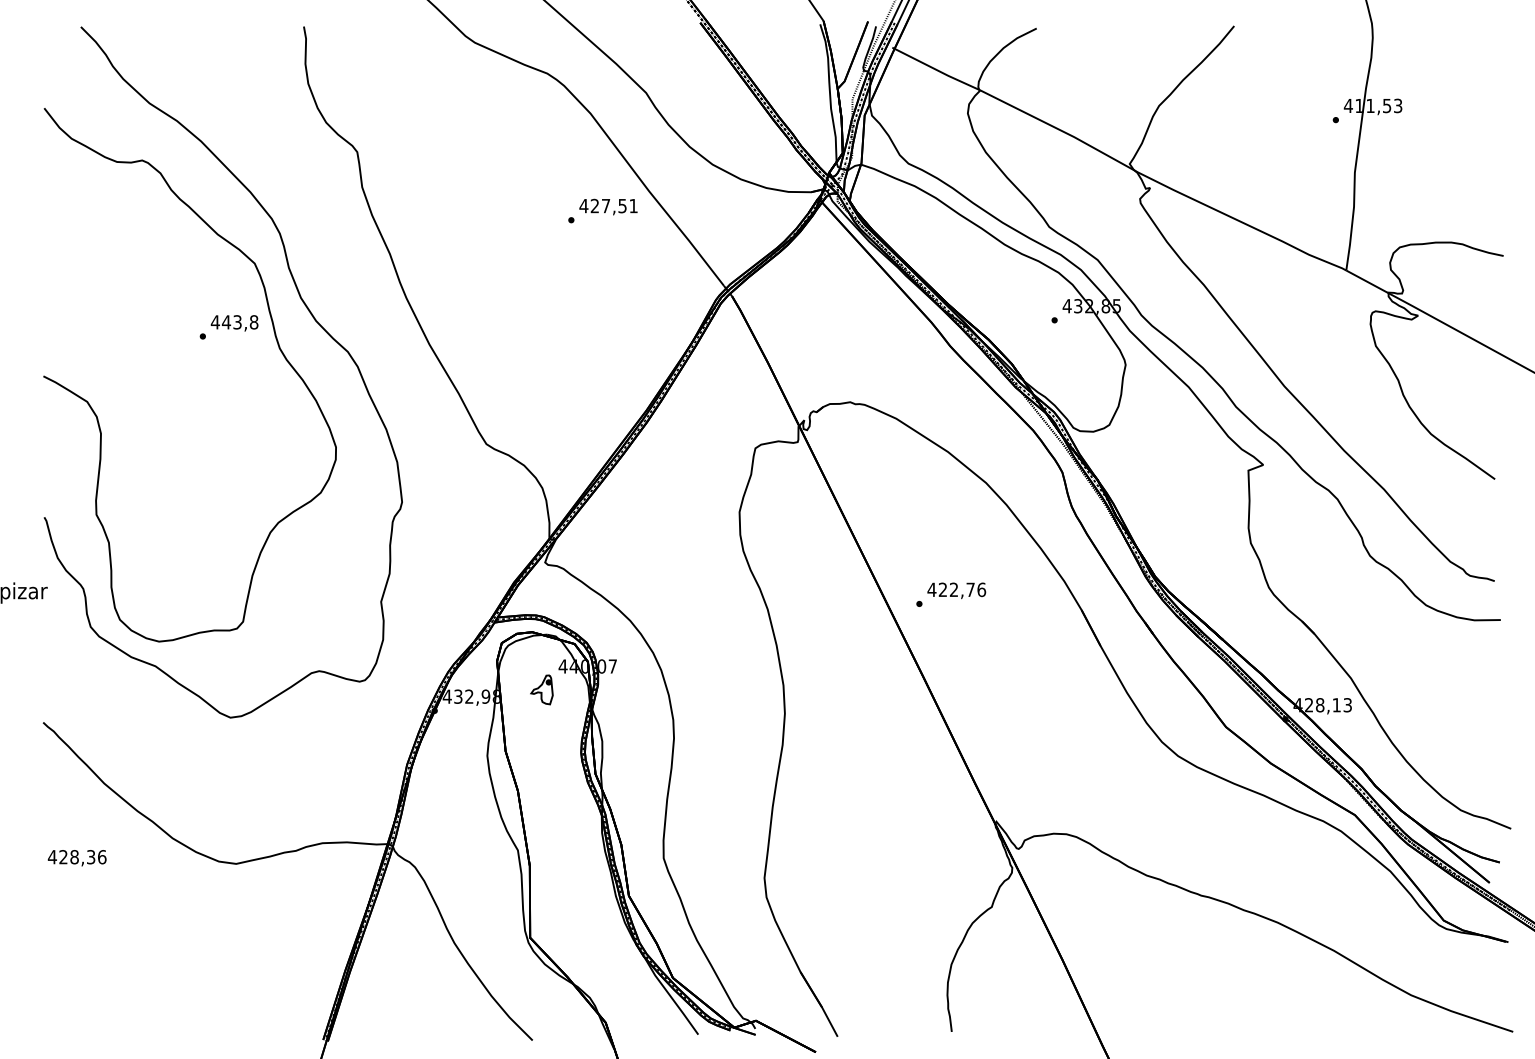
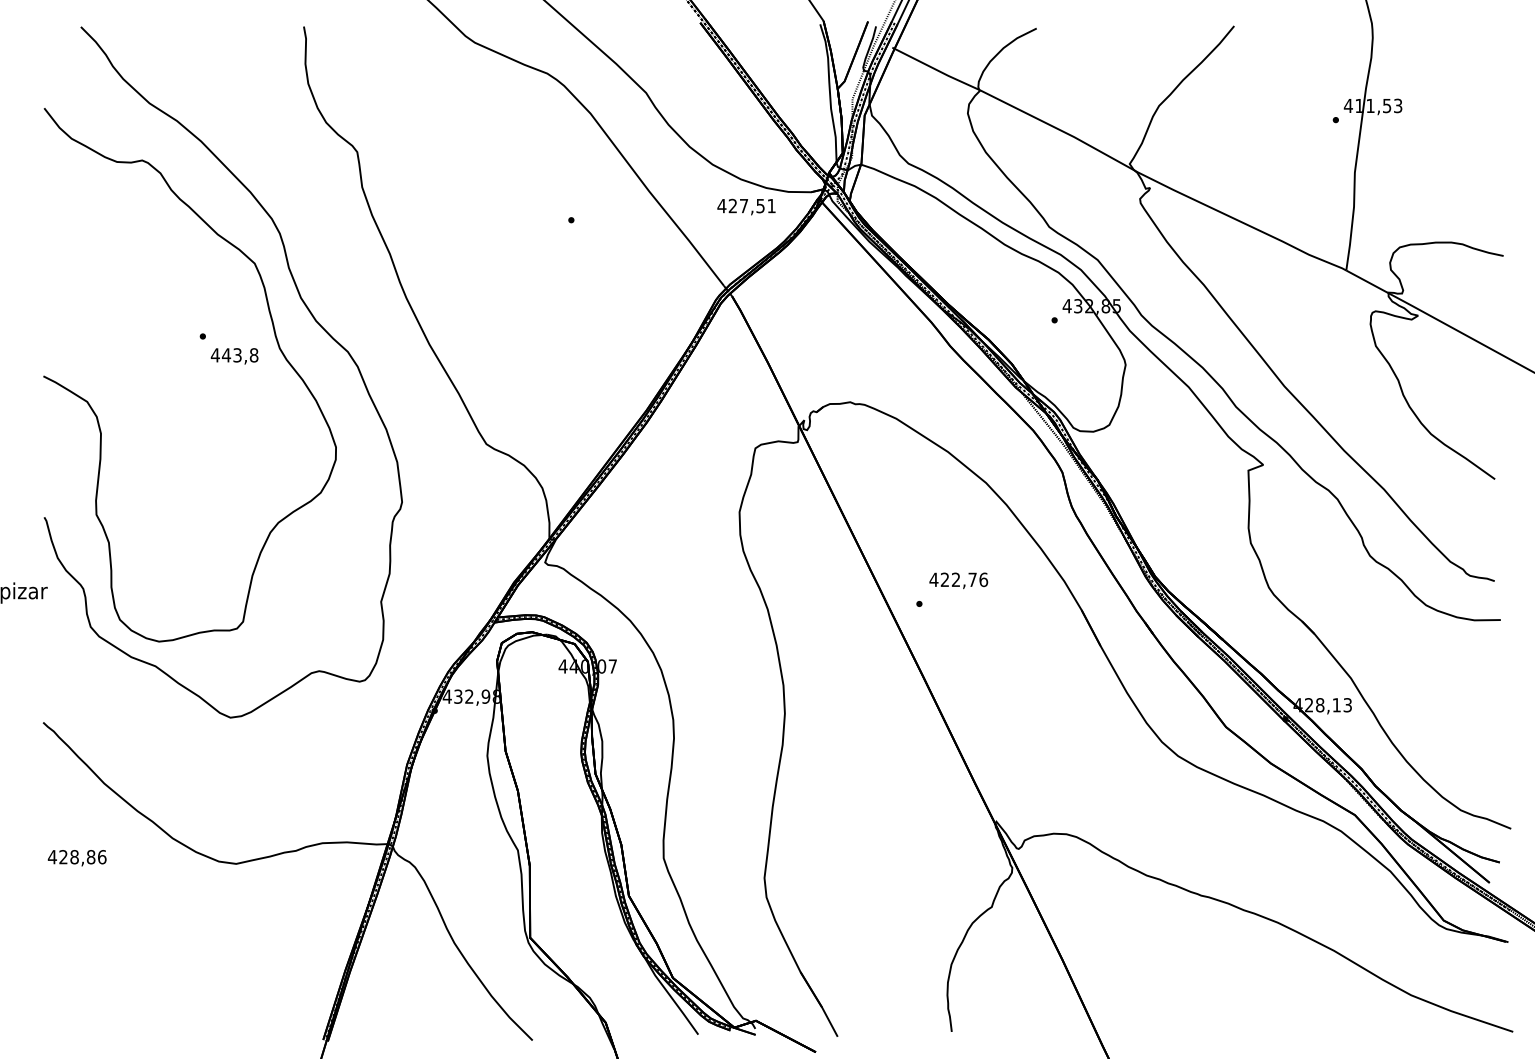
text at (608, 206) position: (608, 206) -> (746, 206)
text at (234, 323) position: (234, 323) -> (234, 356)
text at (956, 590) position: (956, 590) -> (958, 580)
part at (541, 689): present -> none
text at (90, 857): 428,36 -> 428,86
